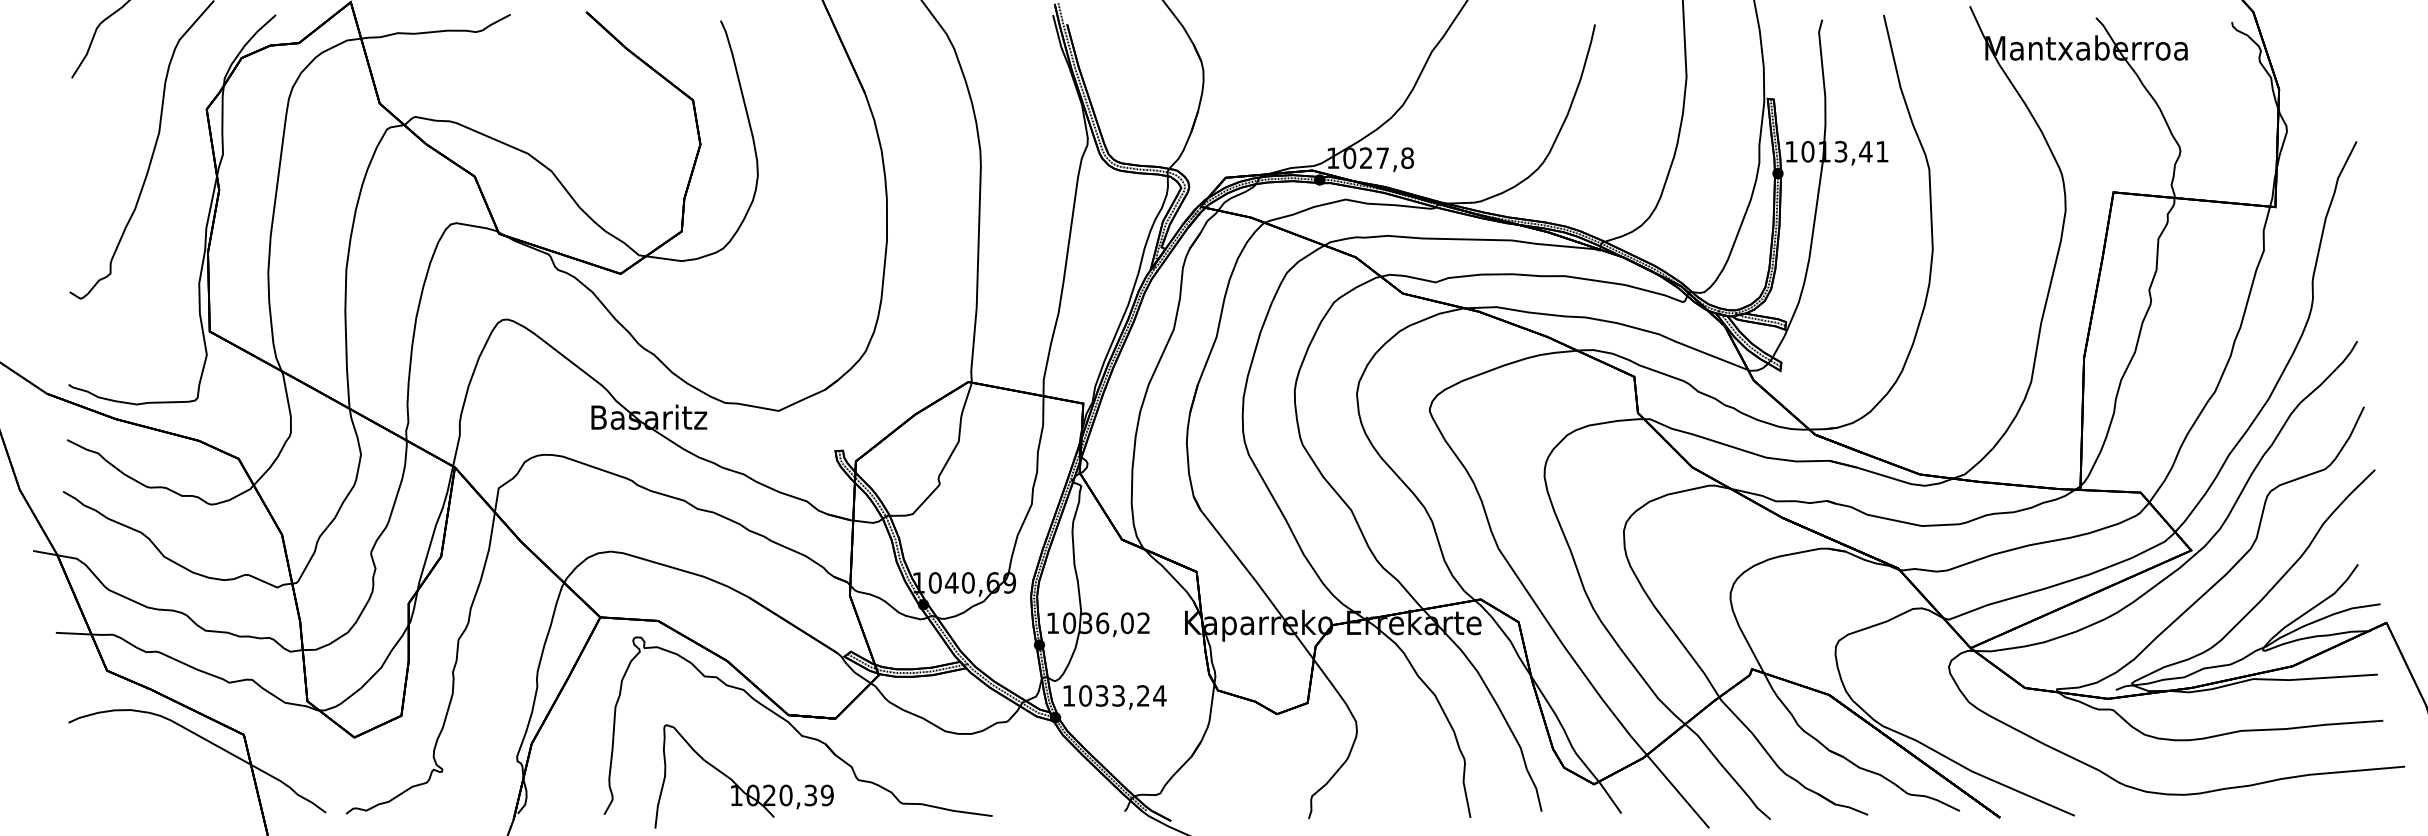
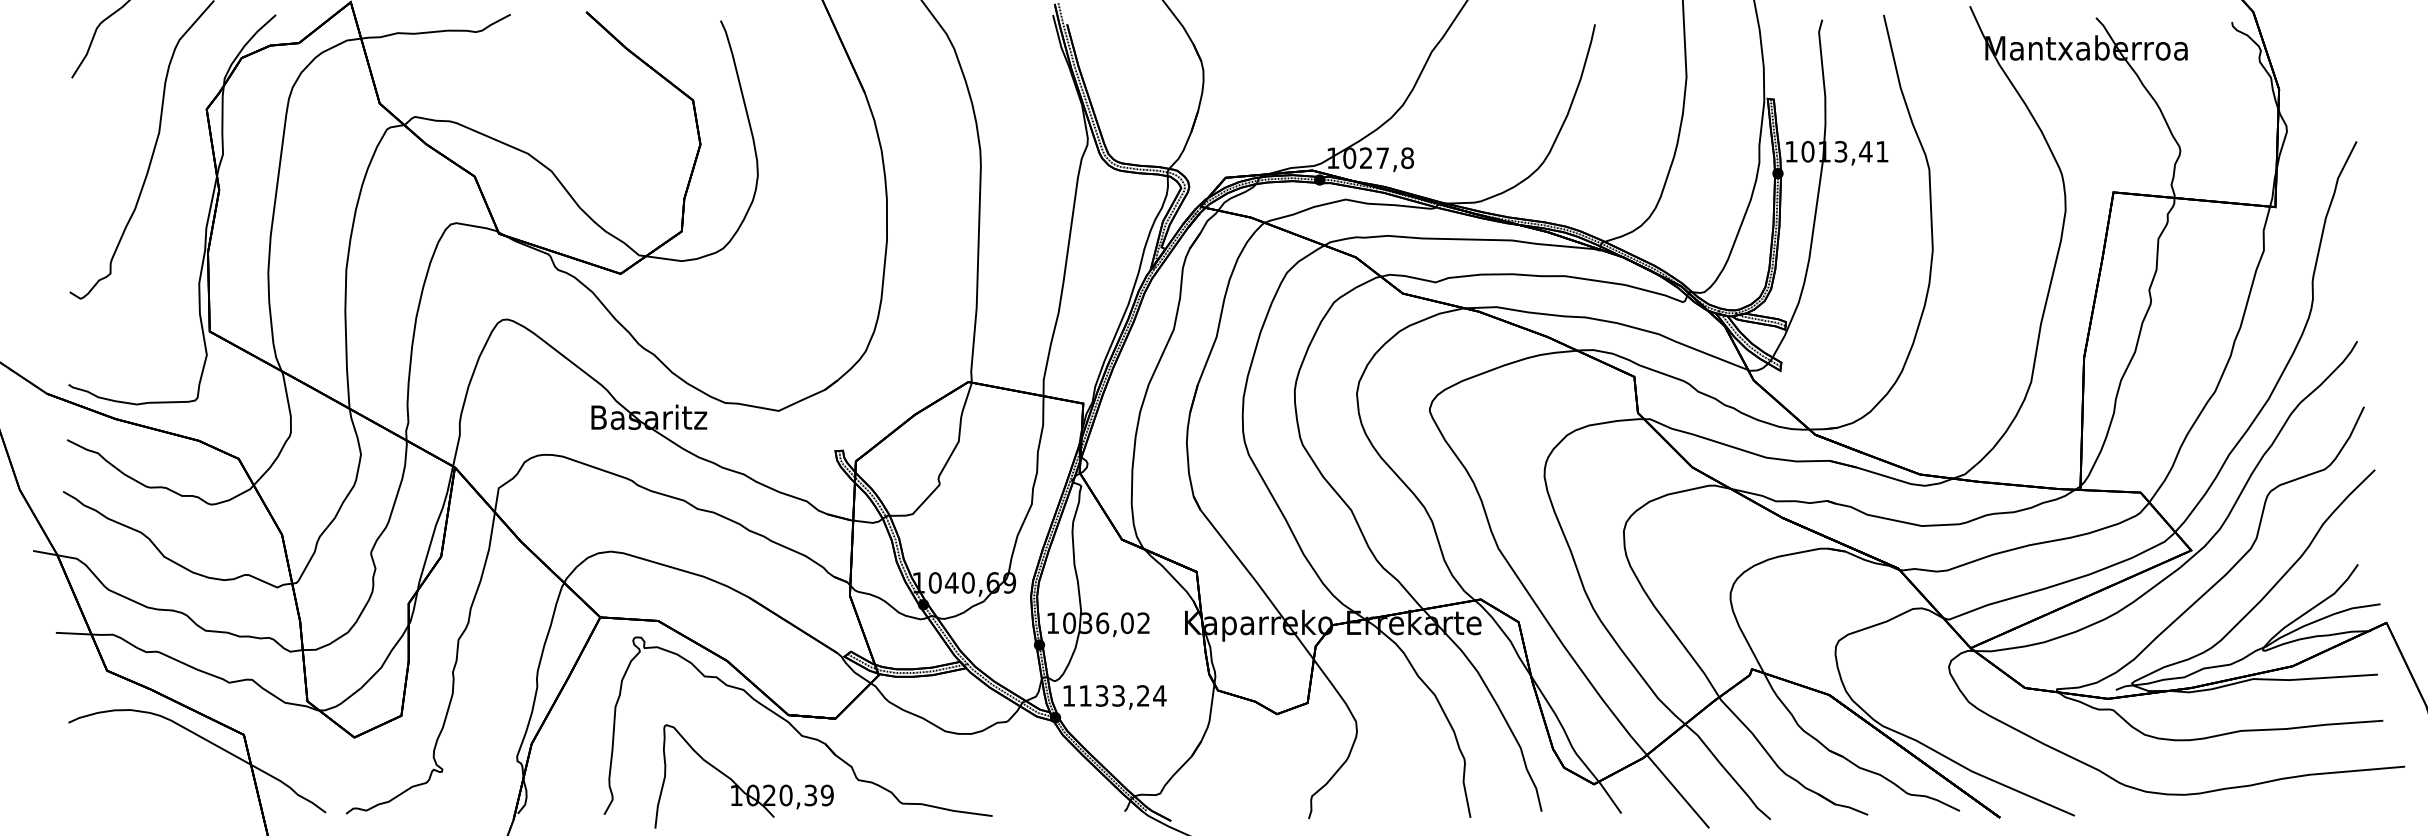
text at (1085, 695): 1033,24 -> 1133,24
